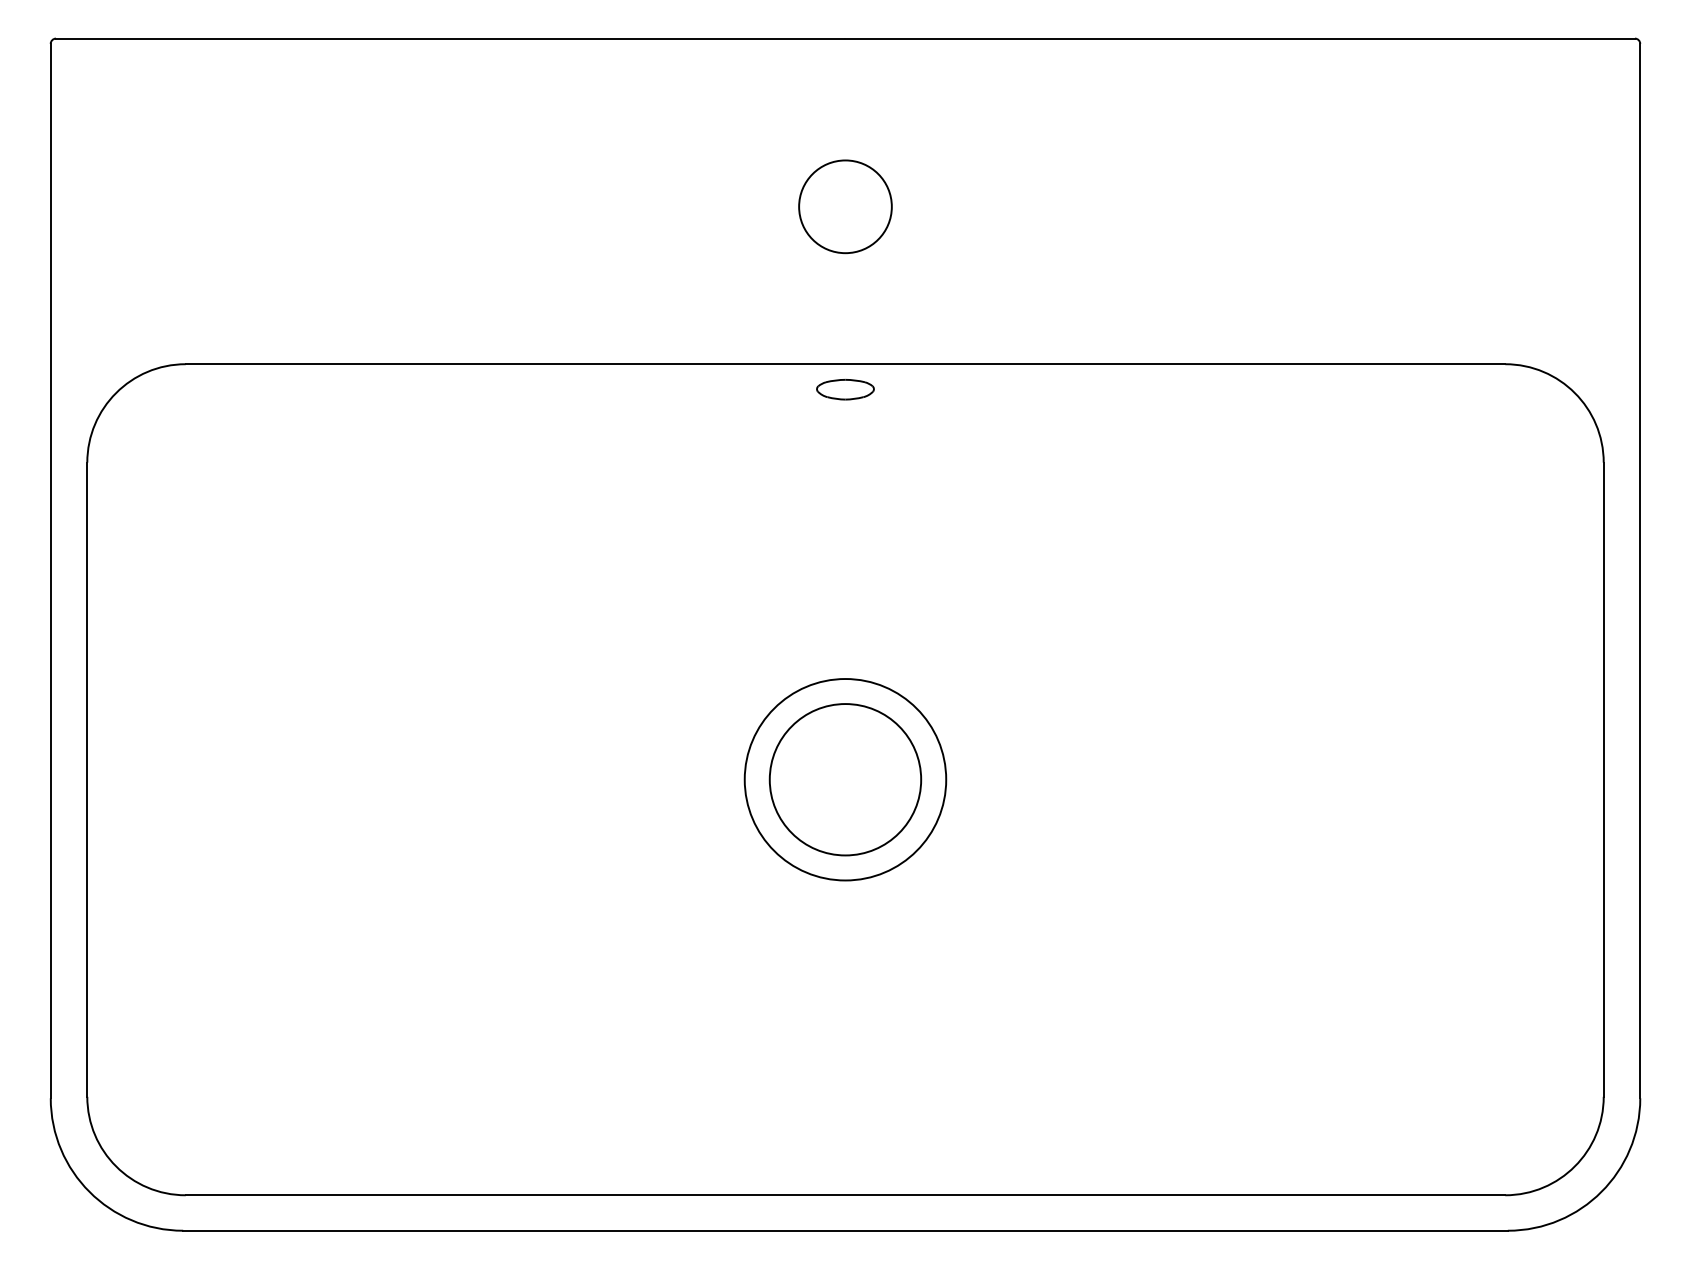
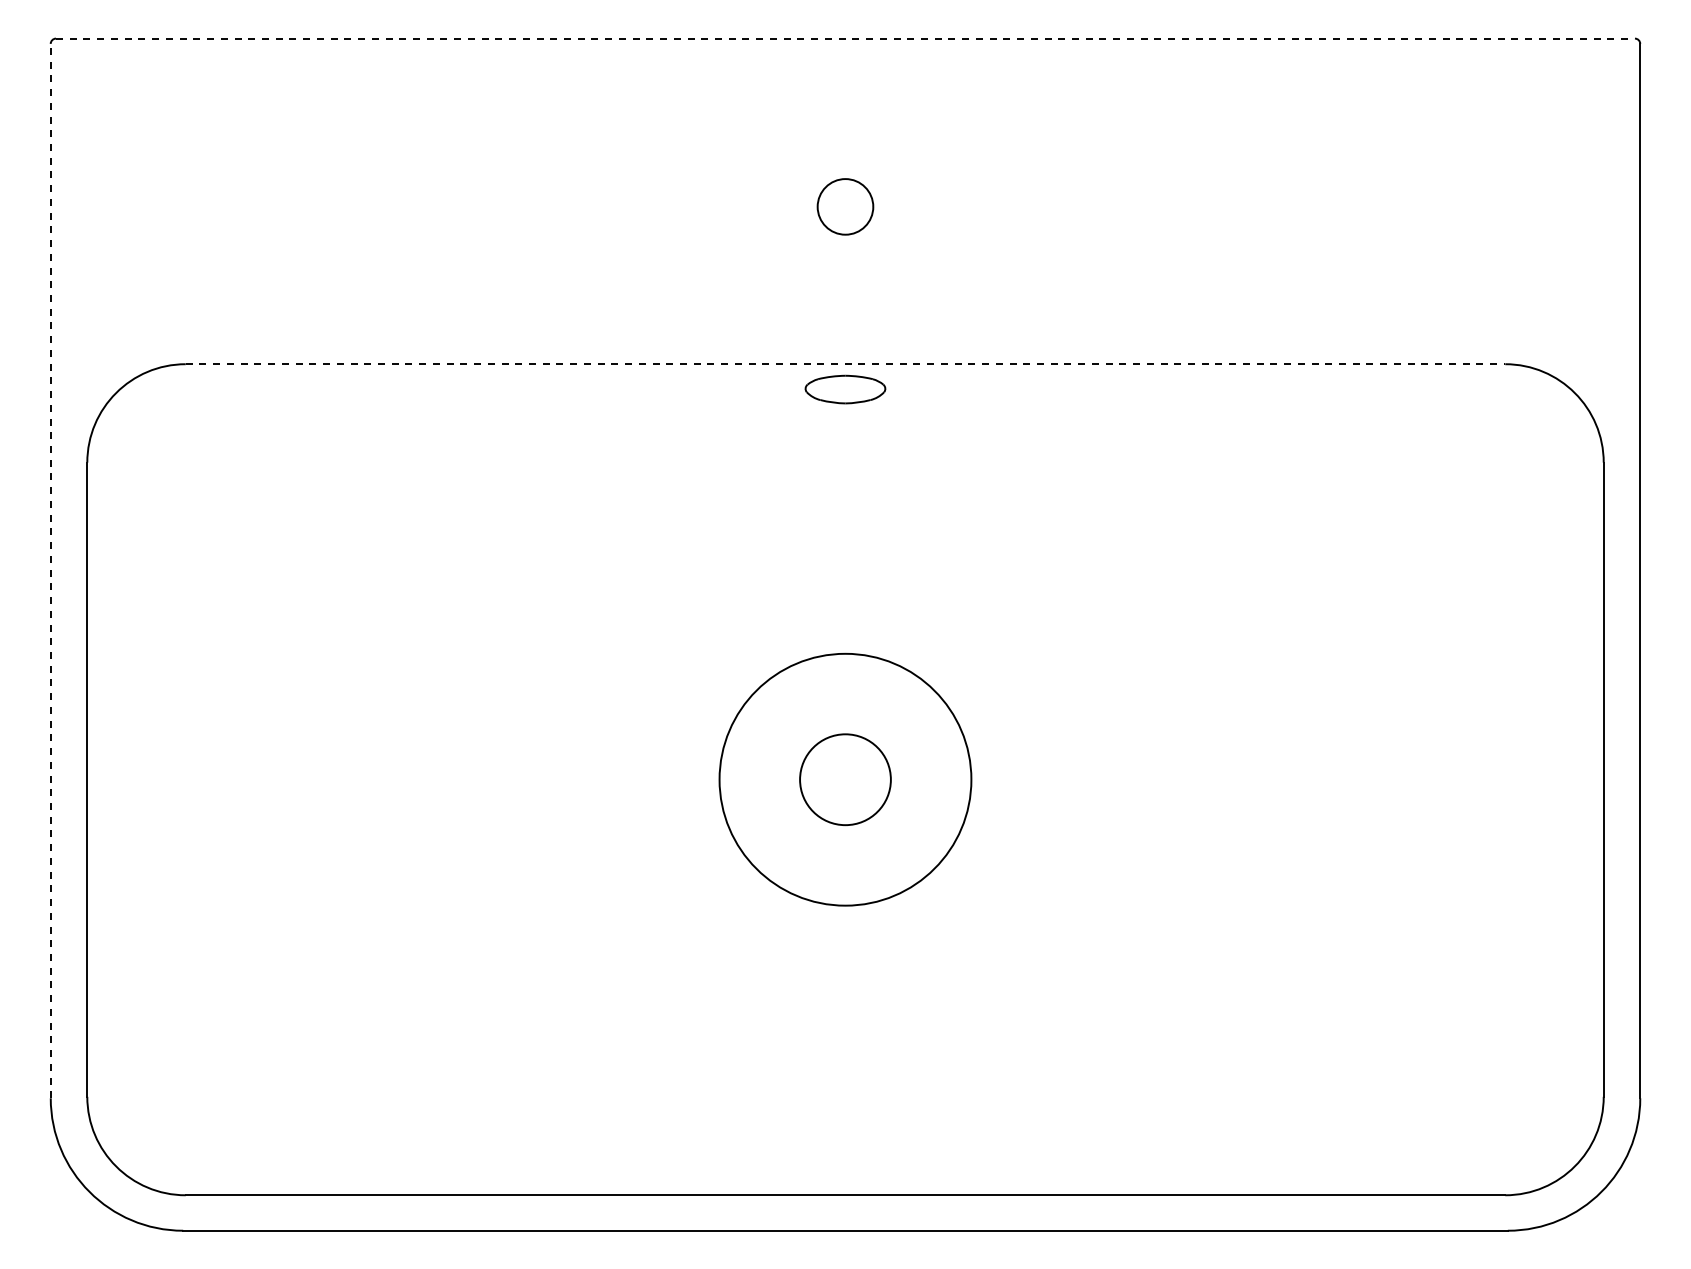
line at (845, 38): solid -> dashed
circle at (845, 206) size: 95x96 px -> 59x58 px
line at (845, 364): solid -> dashed
part at (845, 389) size: 59x22 px -> 83x31 px
line at (50, 570): solid -> dashed
circle at (845, 779) diameter: 151 px -> 91 px
circle at (845, 779) diameter: 201 px -> 252 px
